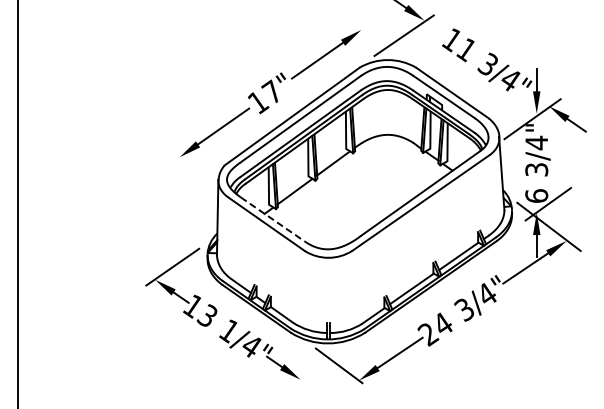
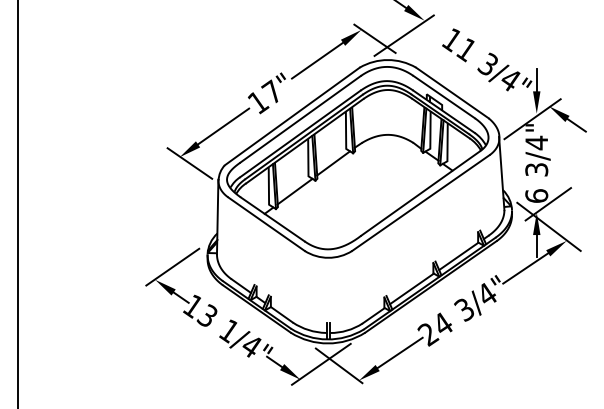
line at (374, 38): none -> present
line at (189, 163): none -> present
line at (272, 219): dashed -> solid
line at (321, 363): none -> present
